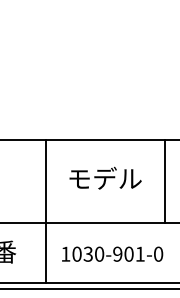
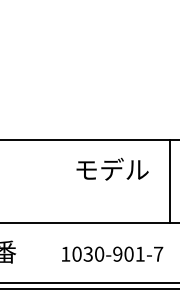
text at (105, 177) position: (105, 177) -> (112, 168)
line at (165, 181) position: (165, 181) -> (170, 181)
line at (46, 211): present -> none
text at (158, 253): 1030-901-0 -> 1030-901-7
